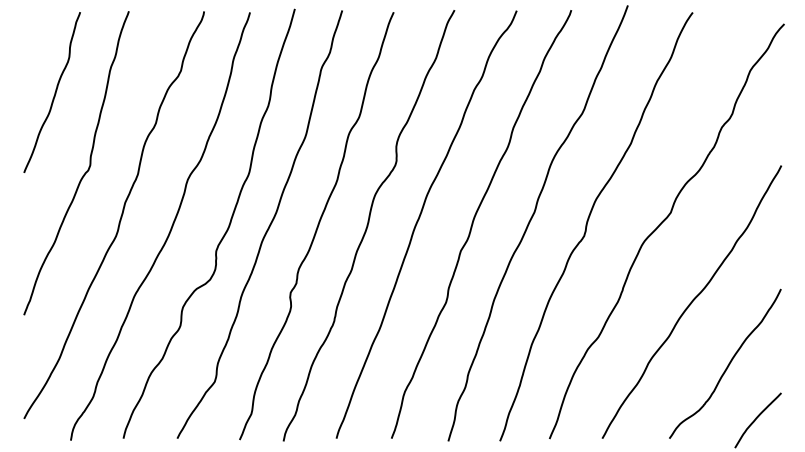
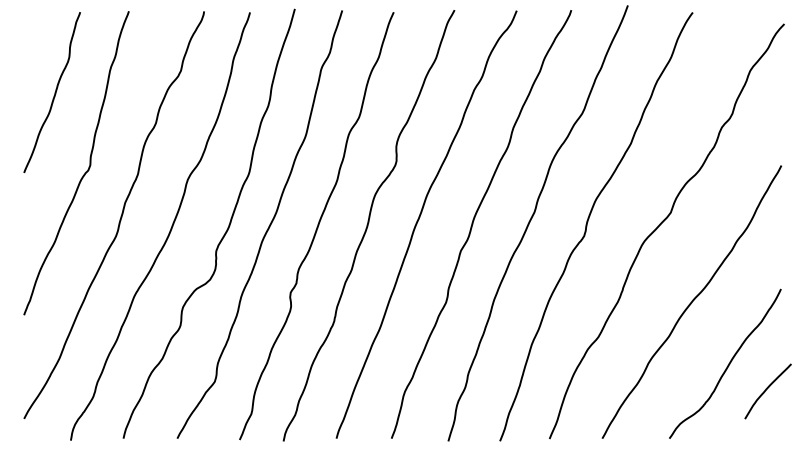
curve at (756, 419) position: (756, 419) -> (766, 390)
